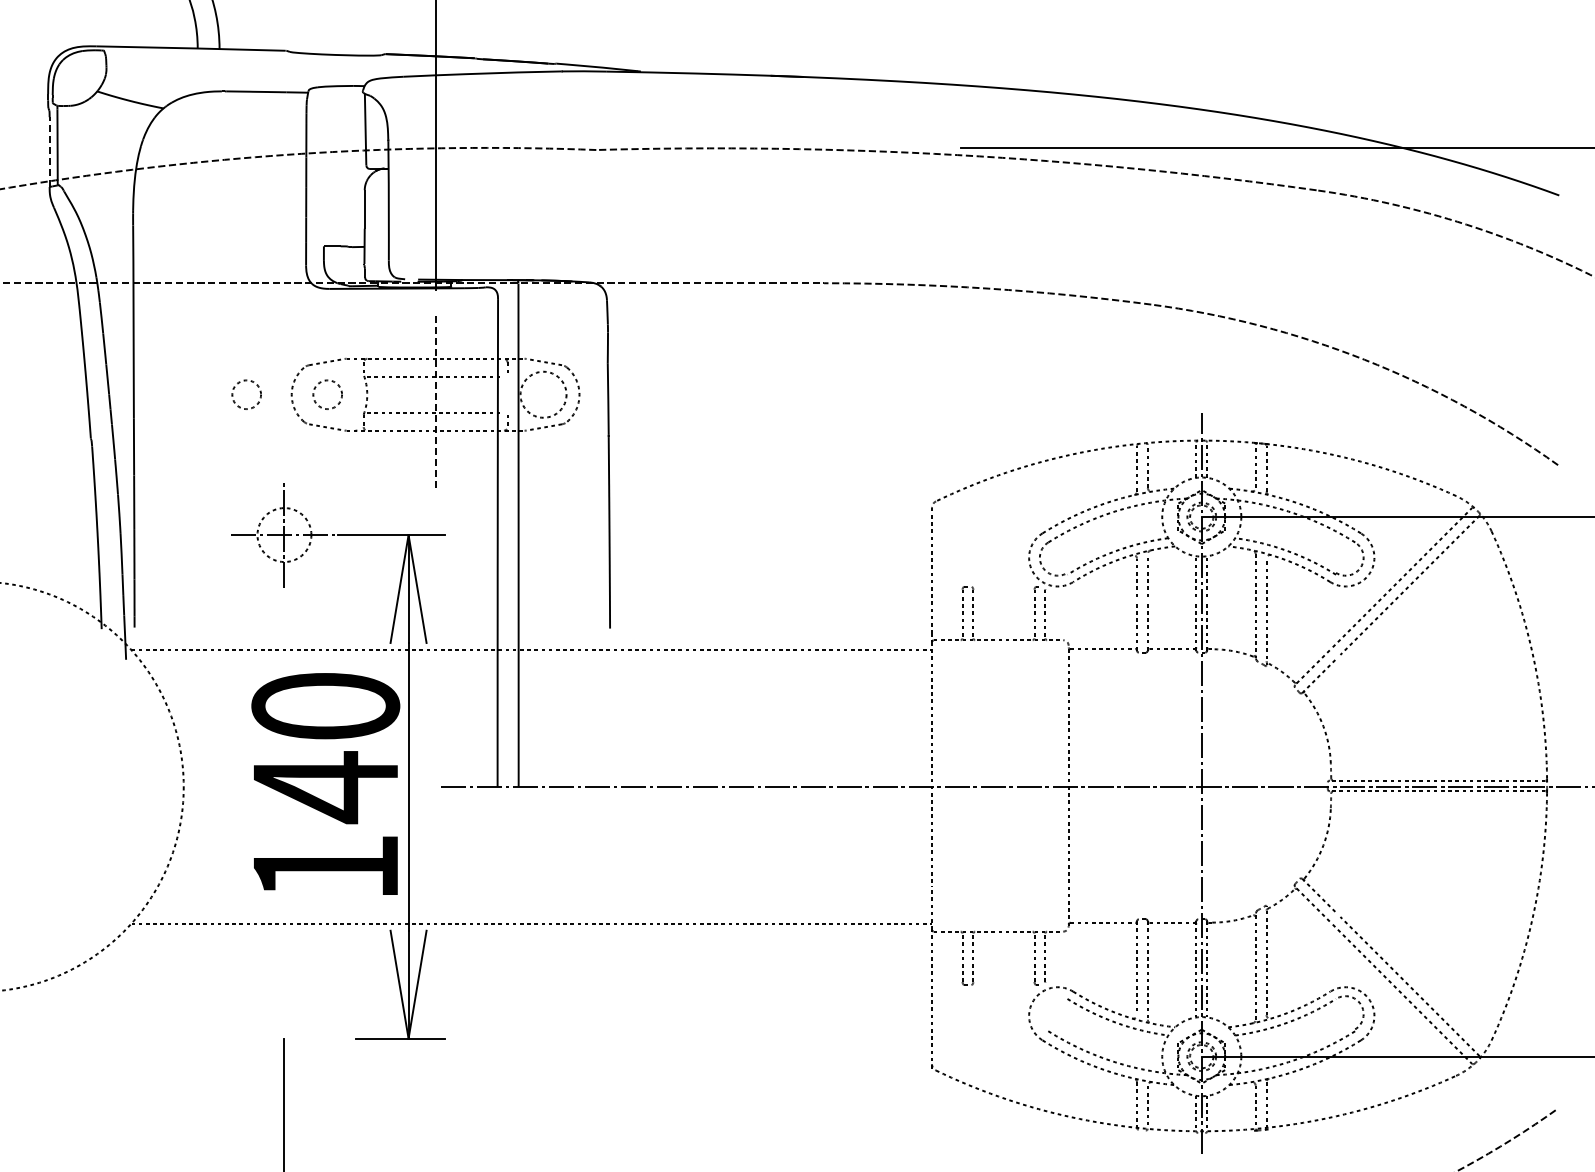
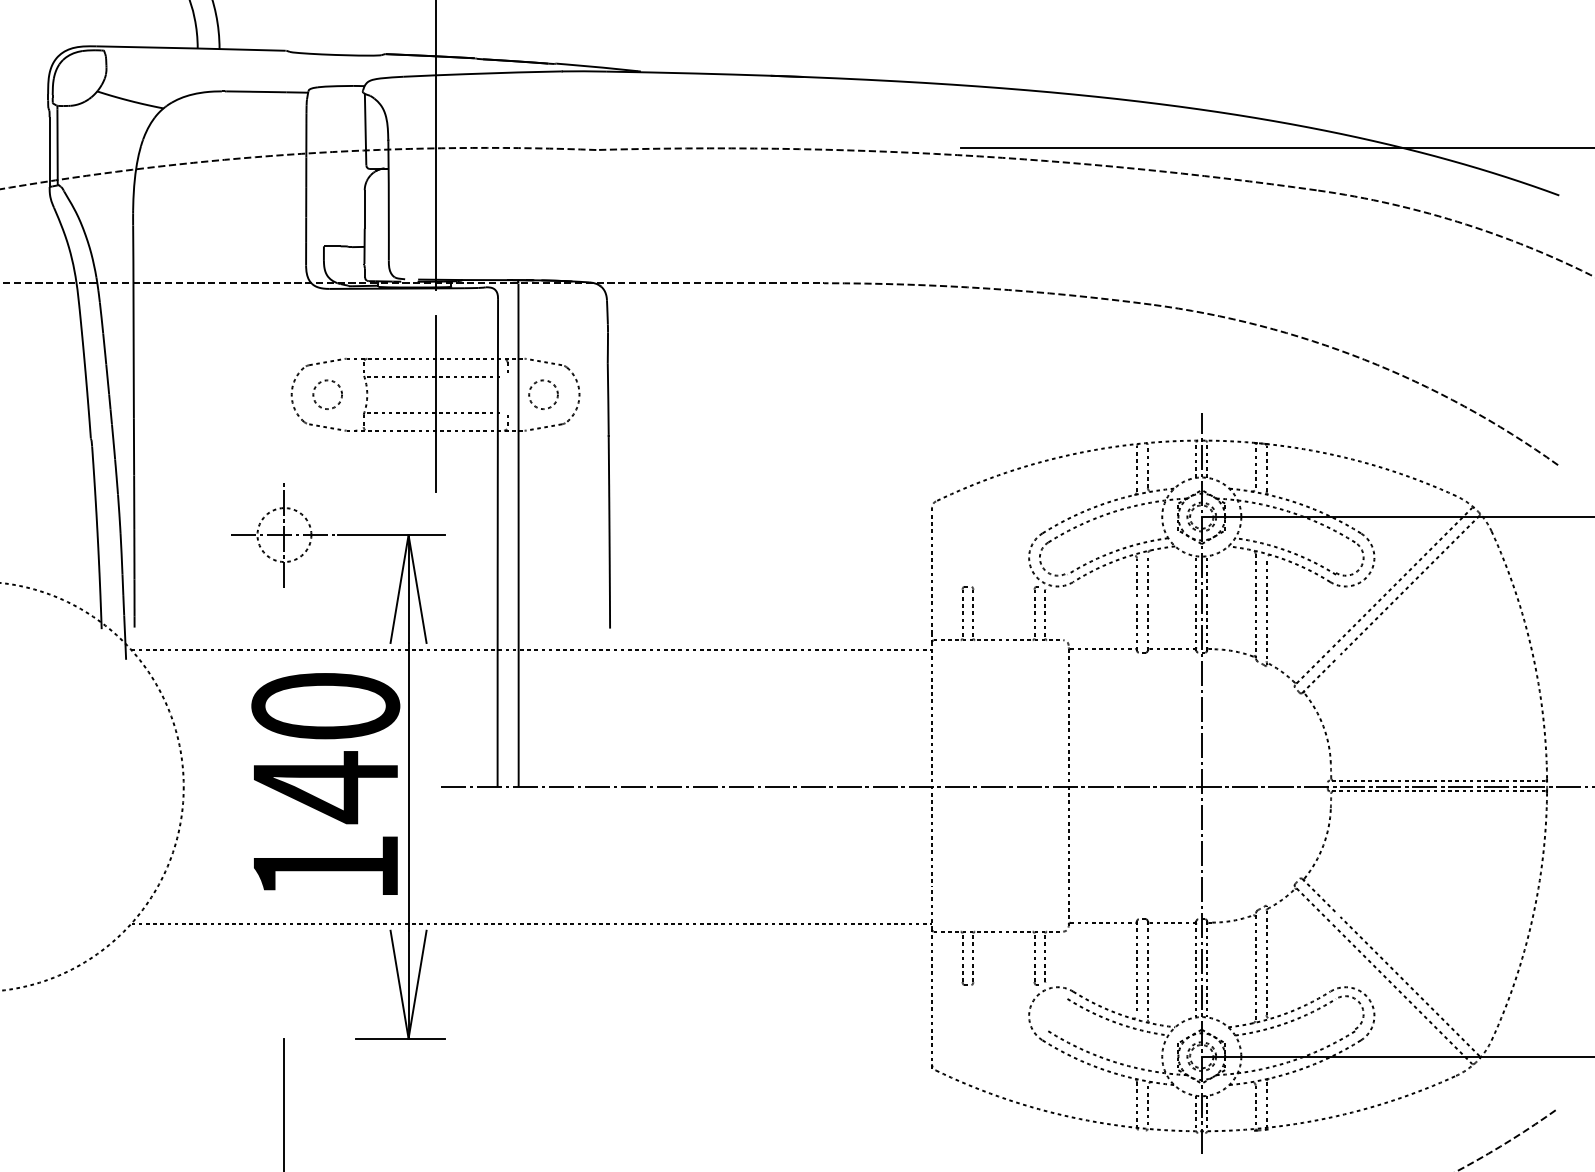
line at (49, 152): dashed -> solid
circle at (246, 394): present -> none
circle at (543, 394) diameter: 46 px -> 29 px
line at (435, 404): dashed -> solid
